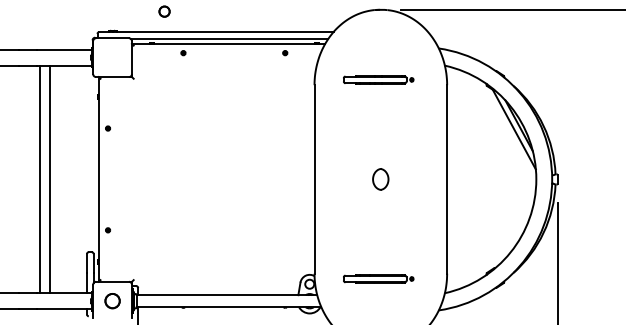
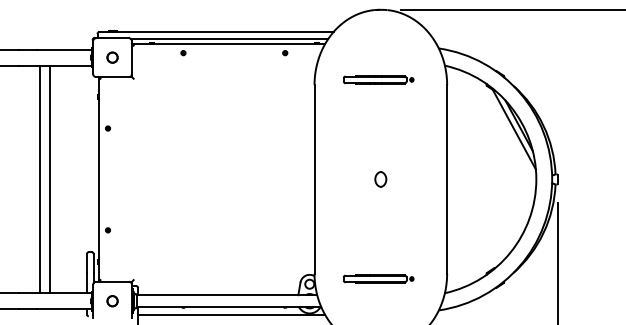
circle at (164, 11) position: (164, 11) -> (112, 57)
part at (380, 179) size: 18x23 px -> 14x17 px
circle at (112, 301) size: 17x17 px -> 13x13 px
line at (231, 315): none -> present
